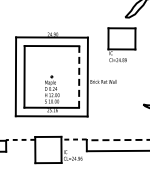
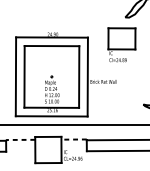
line at (79, 77): dashed -> solid
line at (74, 124): none -> present
line at (117, 140): dashed -> solid
